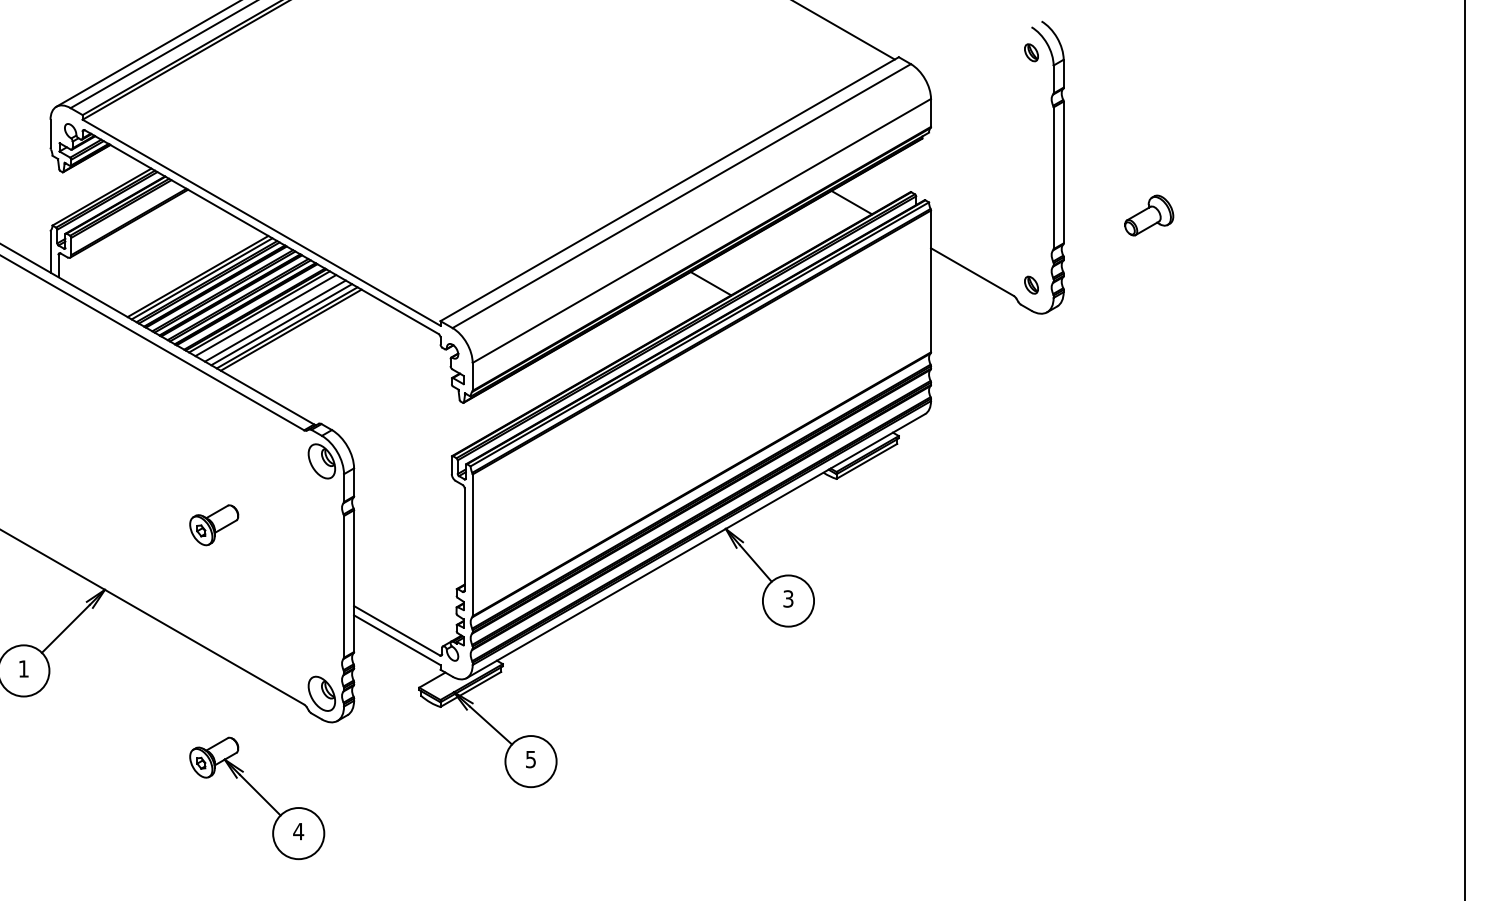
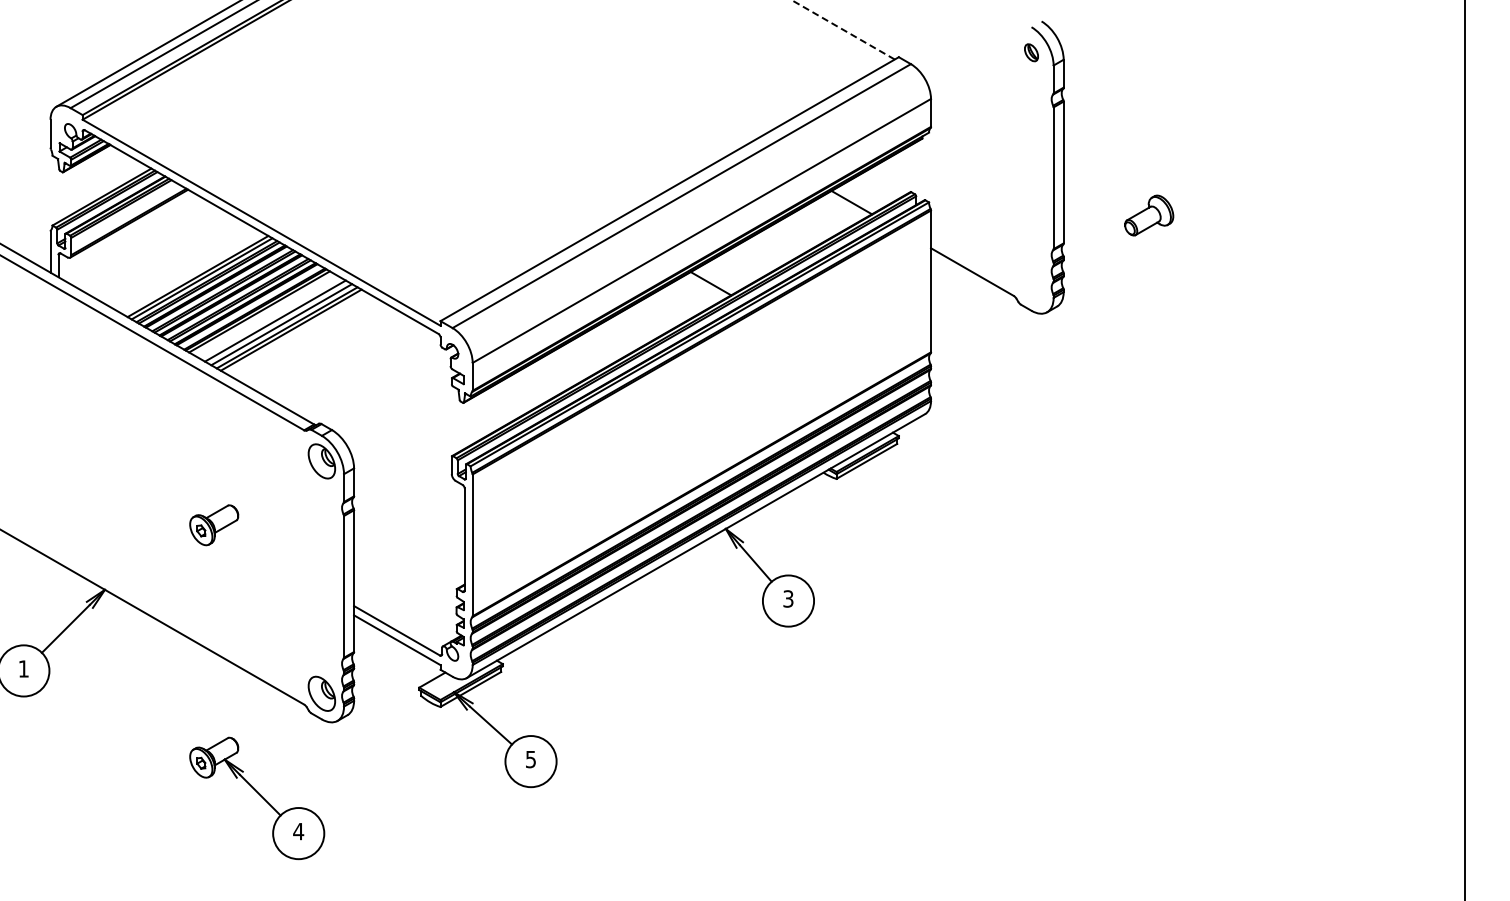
line at (842, 29): solid -> dashed
part at (1031, 284): present -> none
line at (265, 315): present -> none
